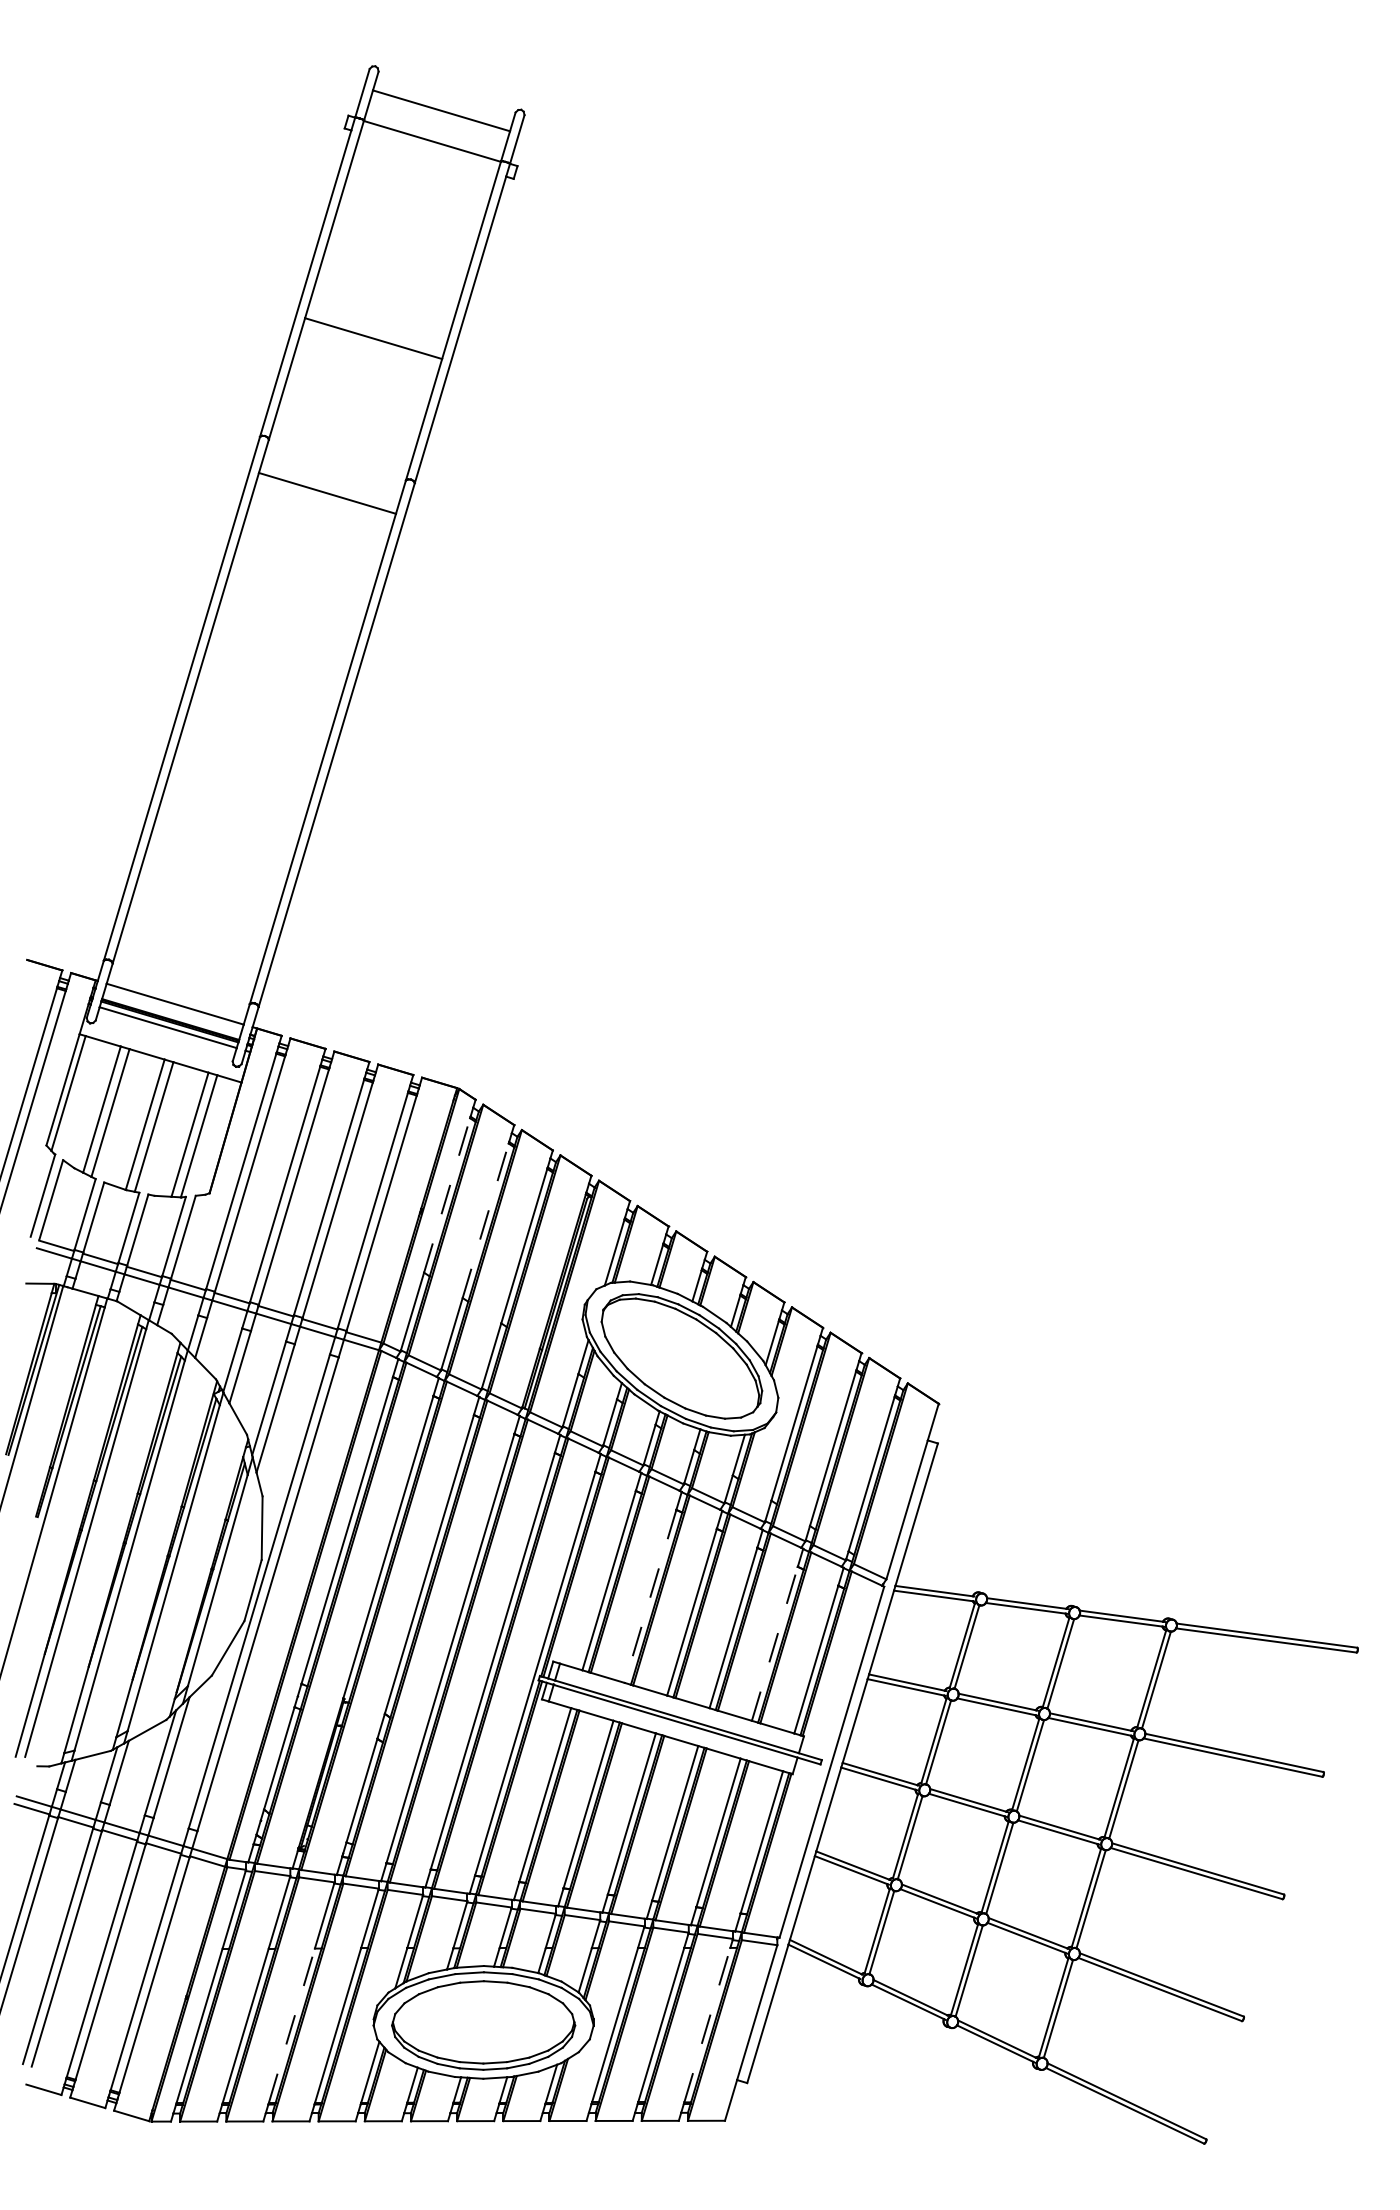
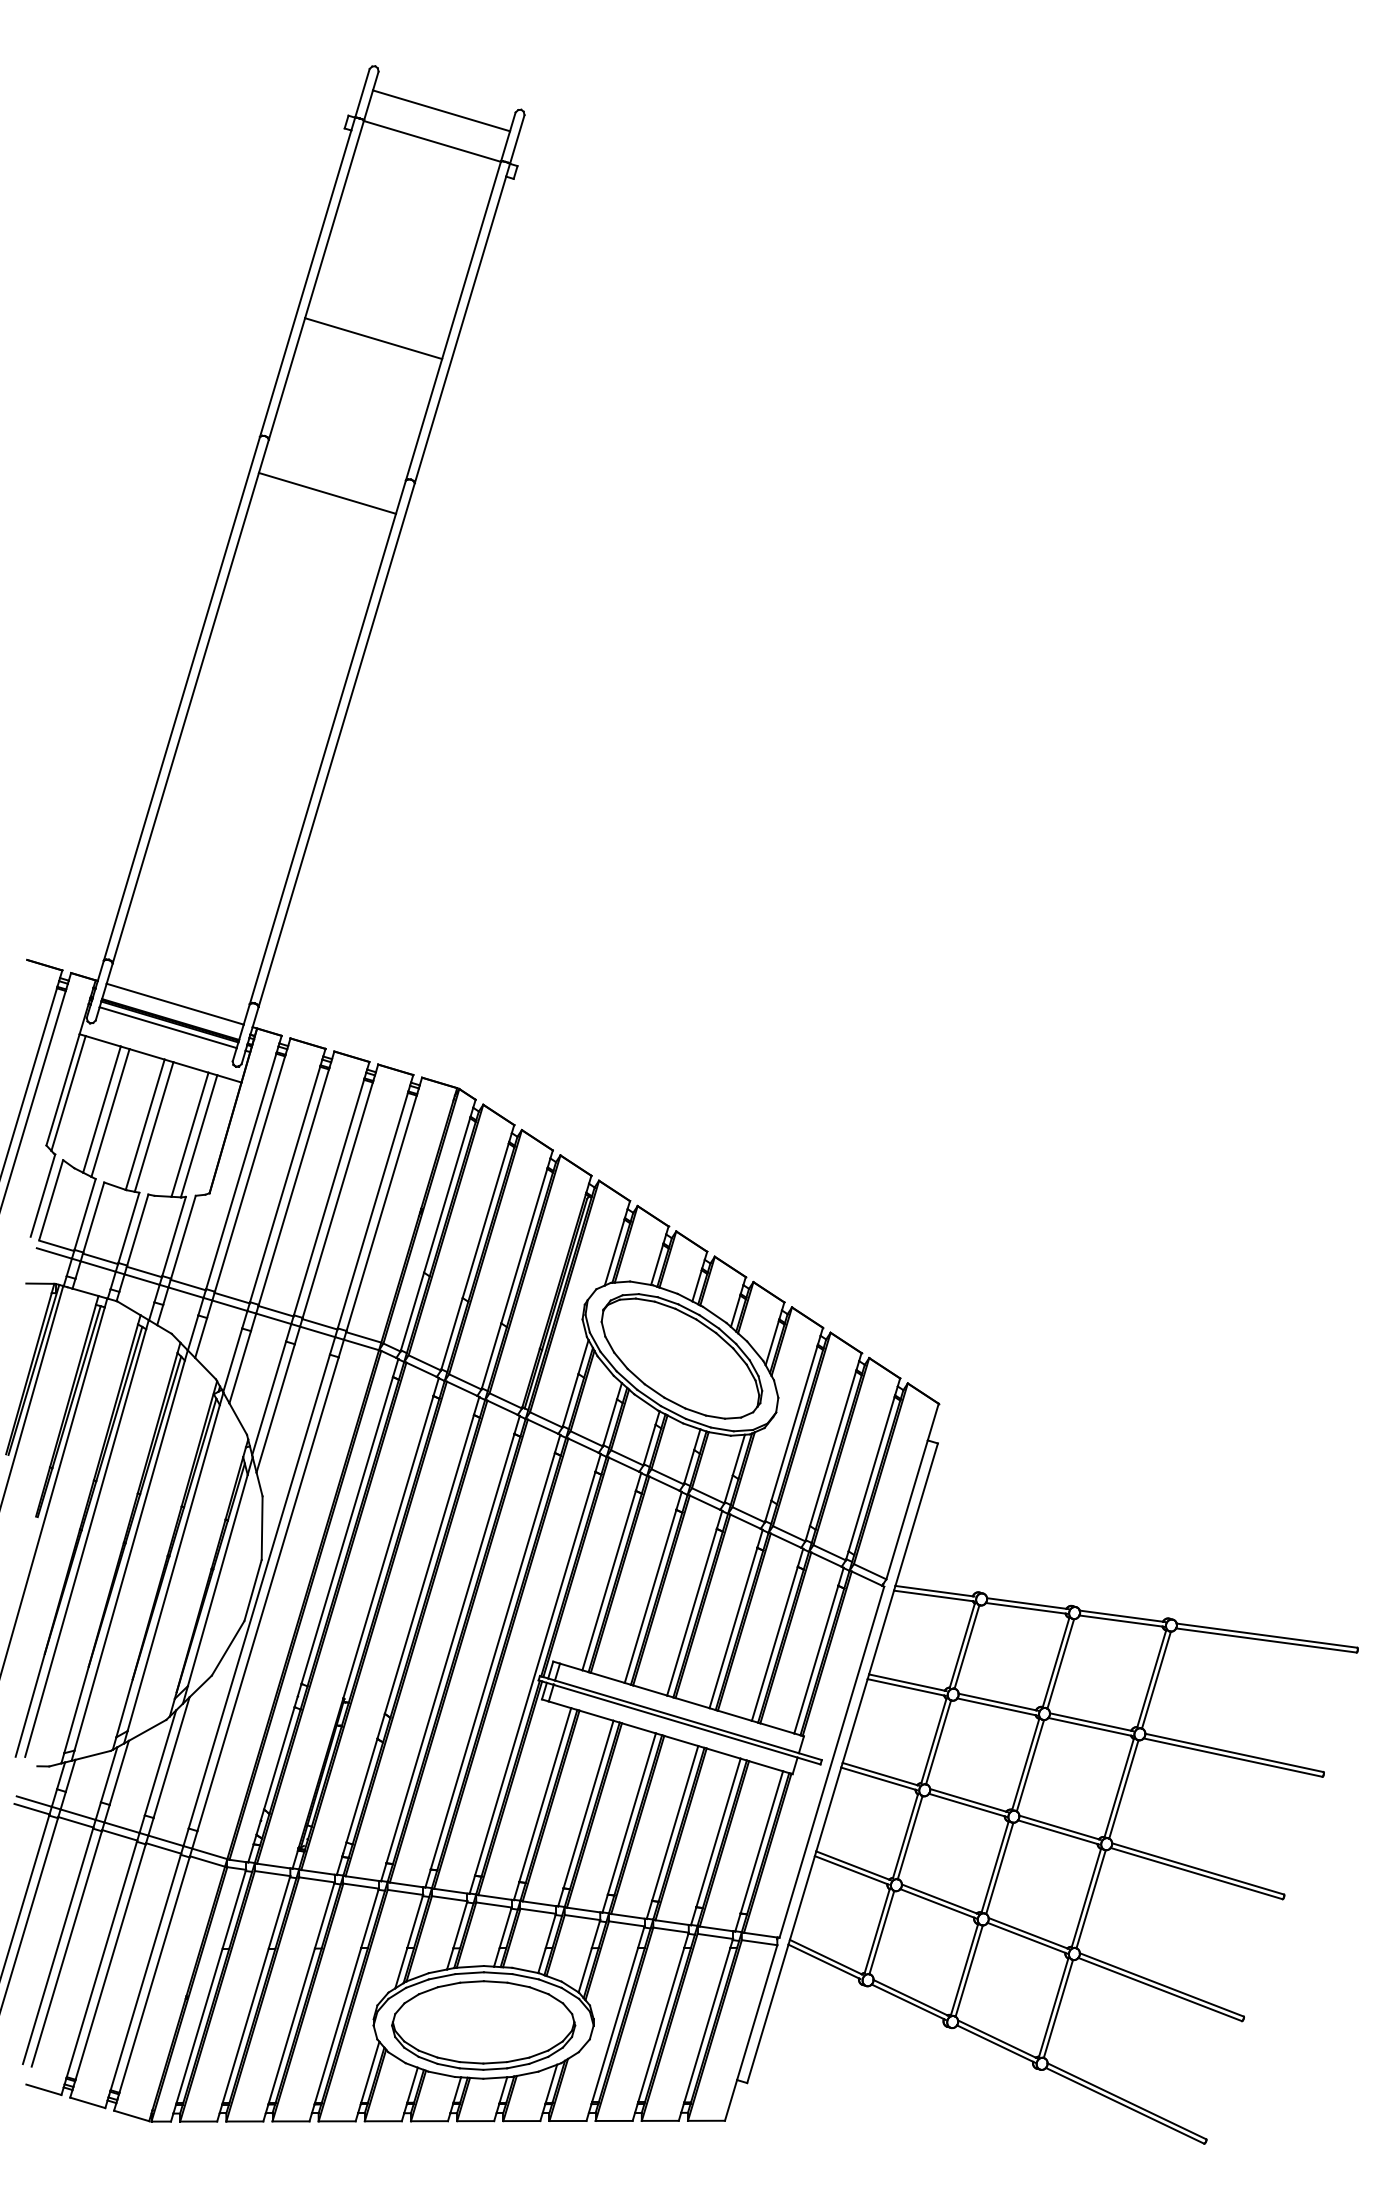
line at (447, 1195): dashed -> solid
line at (485, 1220): dashed -> solid
line at (650, 1596): dashed -> solid
line at (775, 1643): dashed -> solid
line at (291, 2025): dashed -> solid
line at (707, 2025): dashed -> solid
